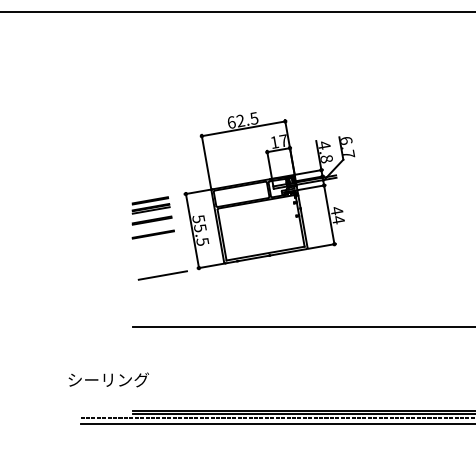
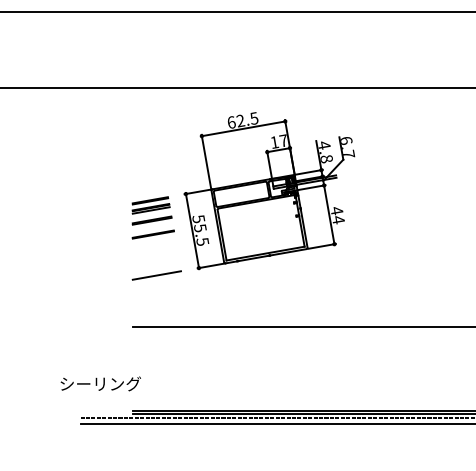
line at (237, 88): none -> present
line at (162, 275) position: (162, 275) -> (156, 275)
text at (108, 379) position: (108, 379) -> (100, 383)
